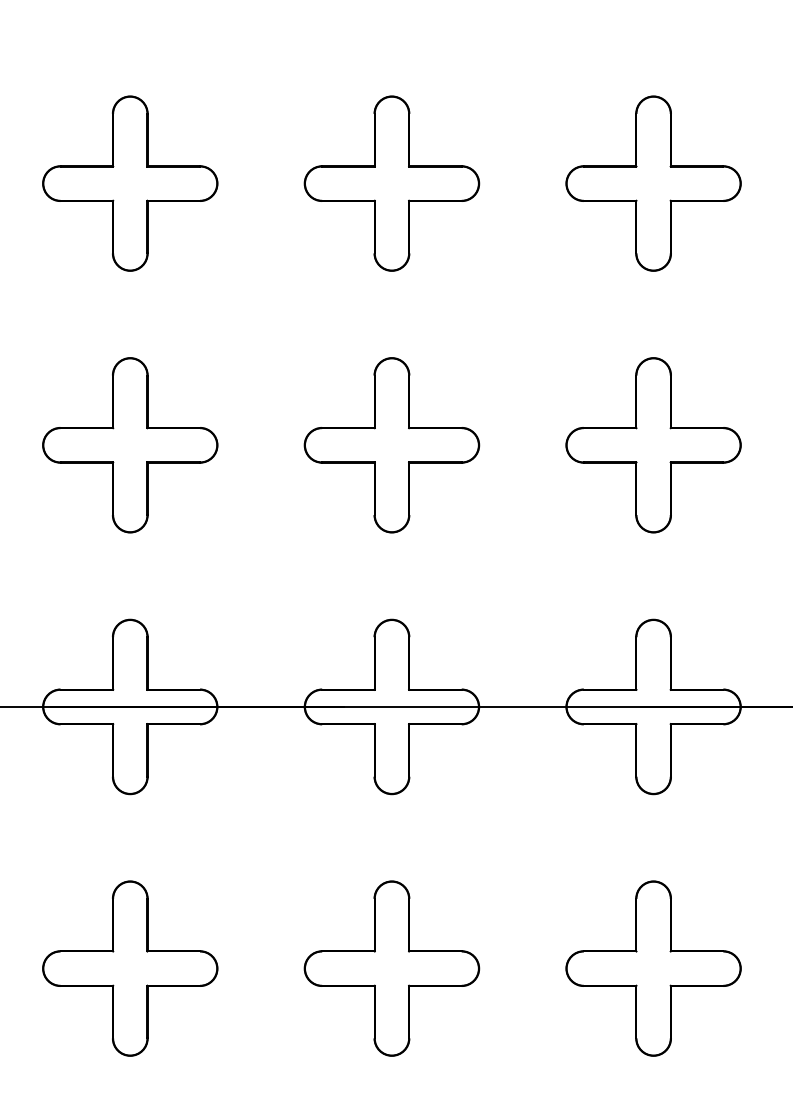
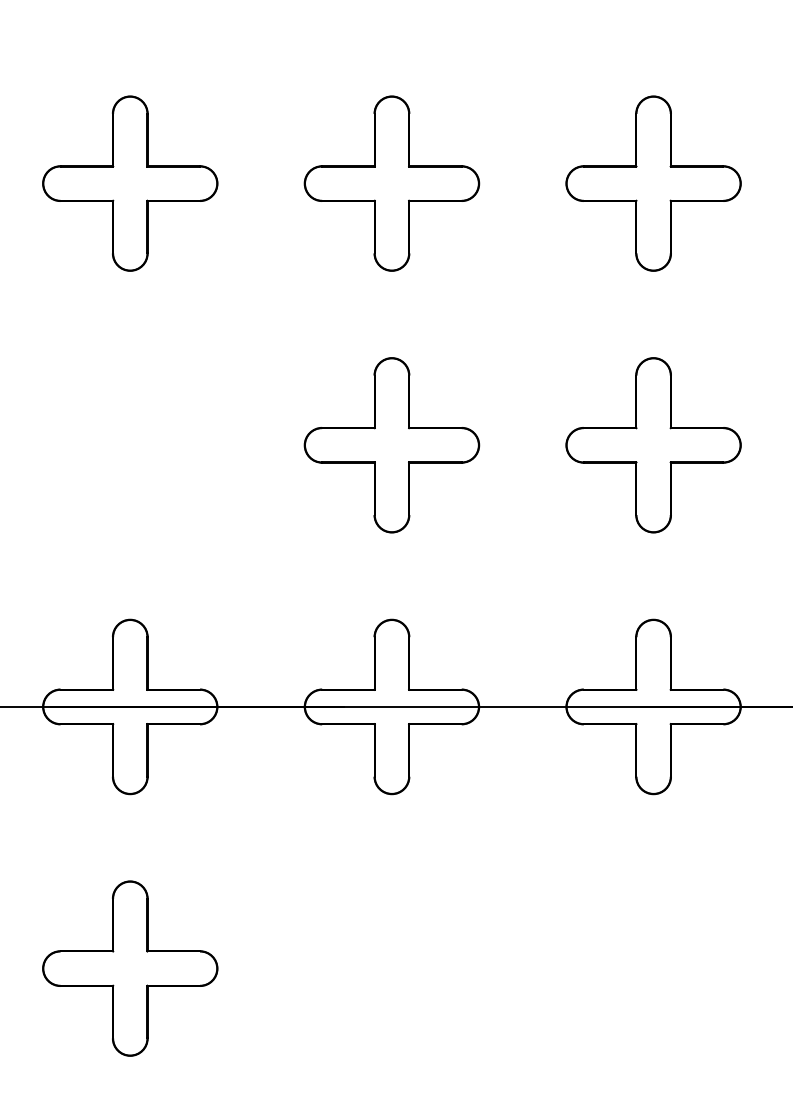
part at (130, 445): present -> none
part at (391, 968): present -> none
part at (653, 968): present -> none
